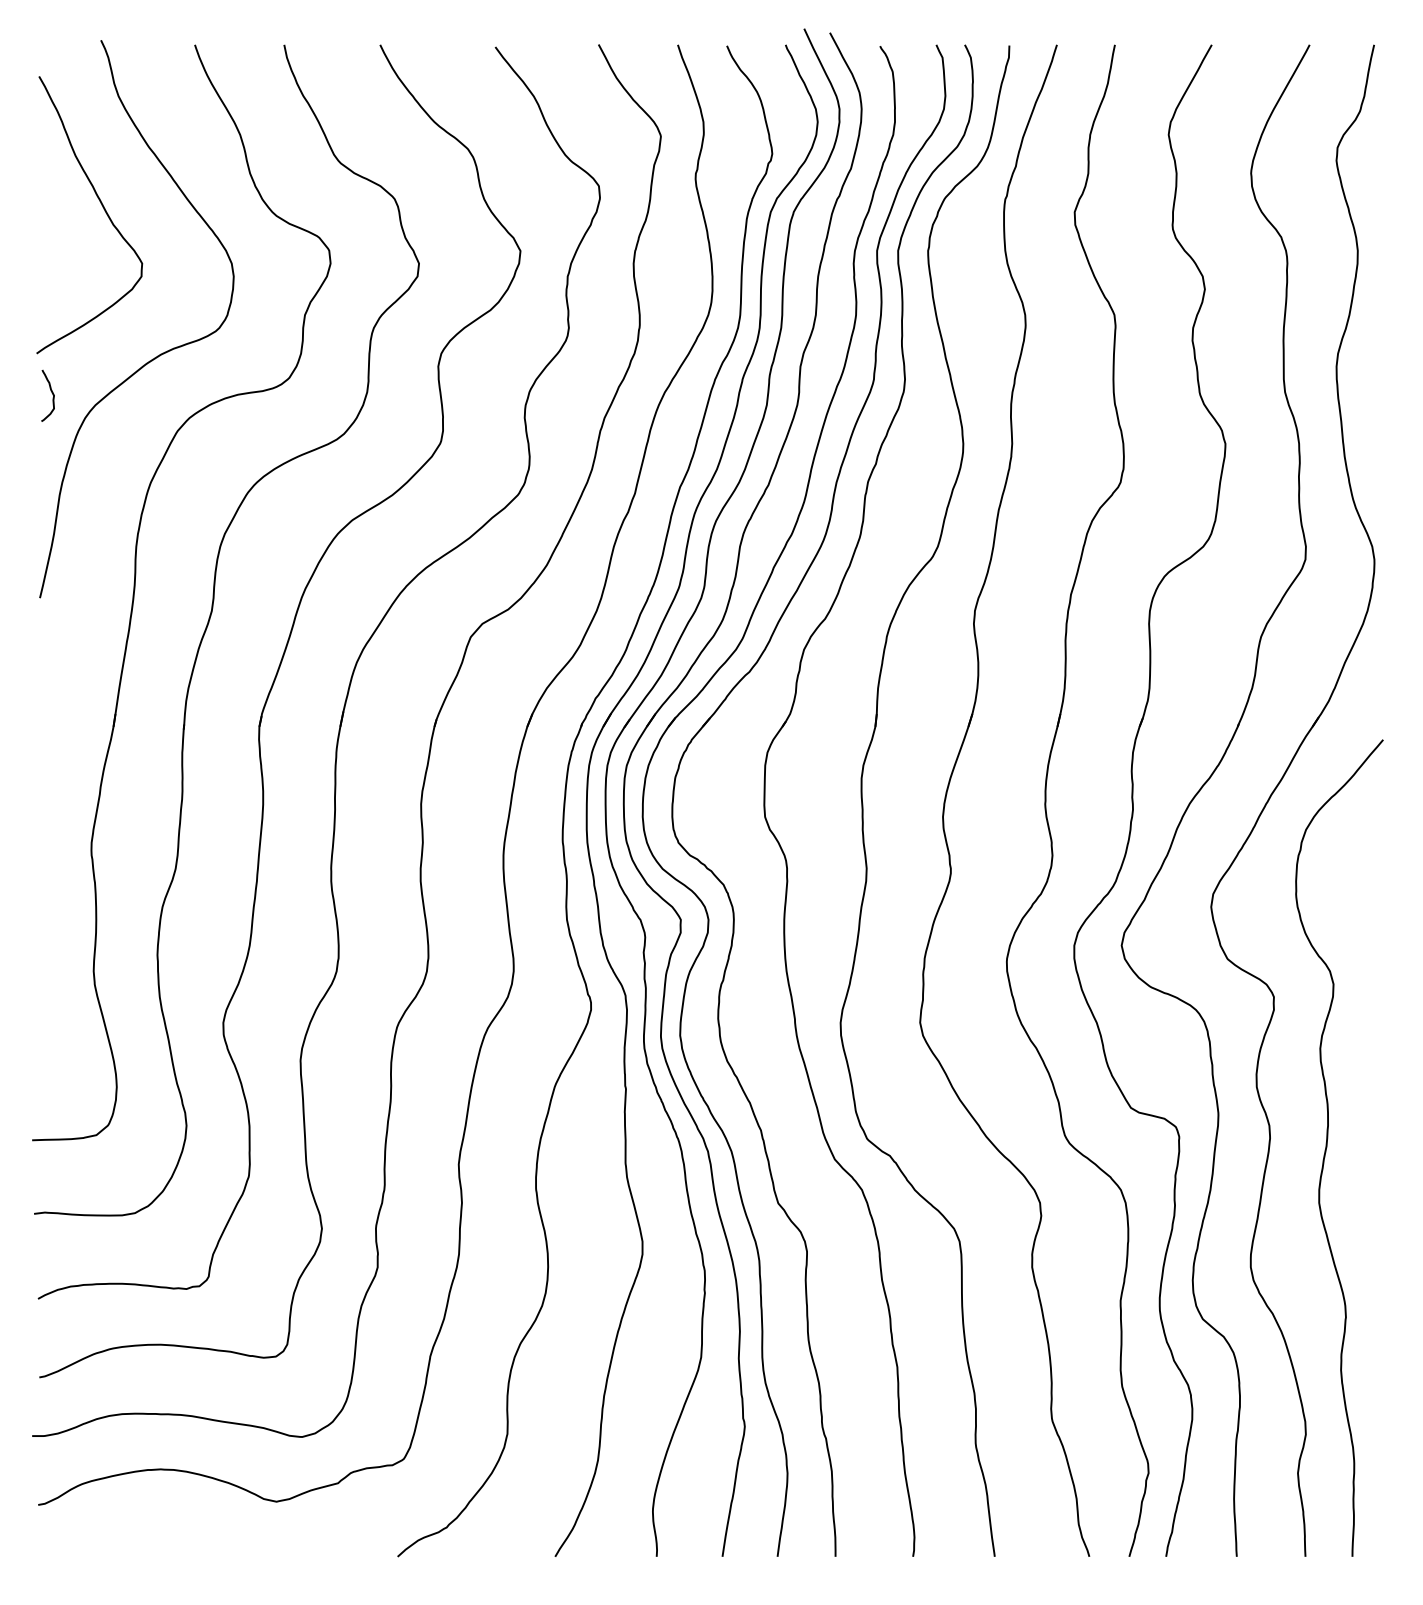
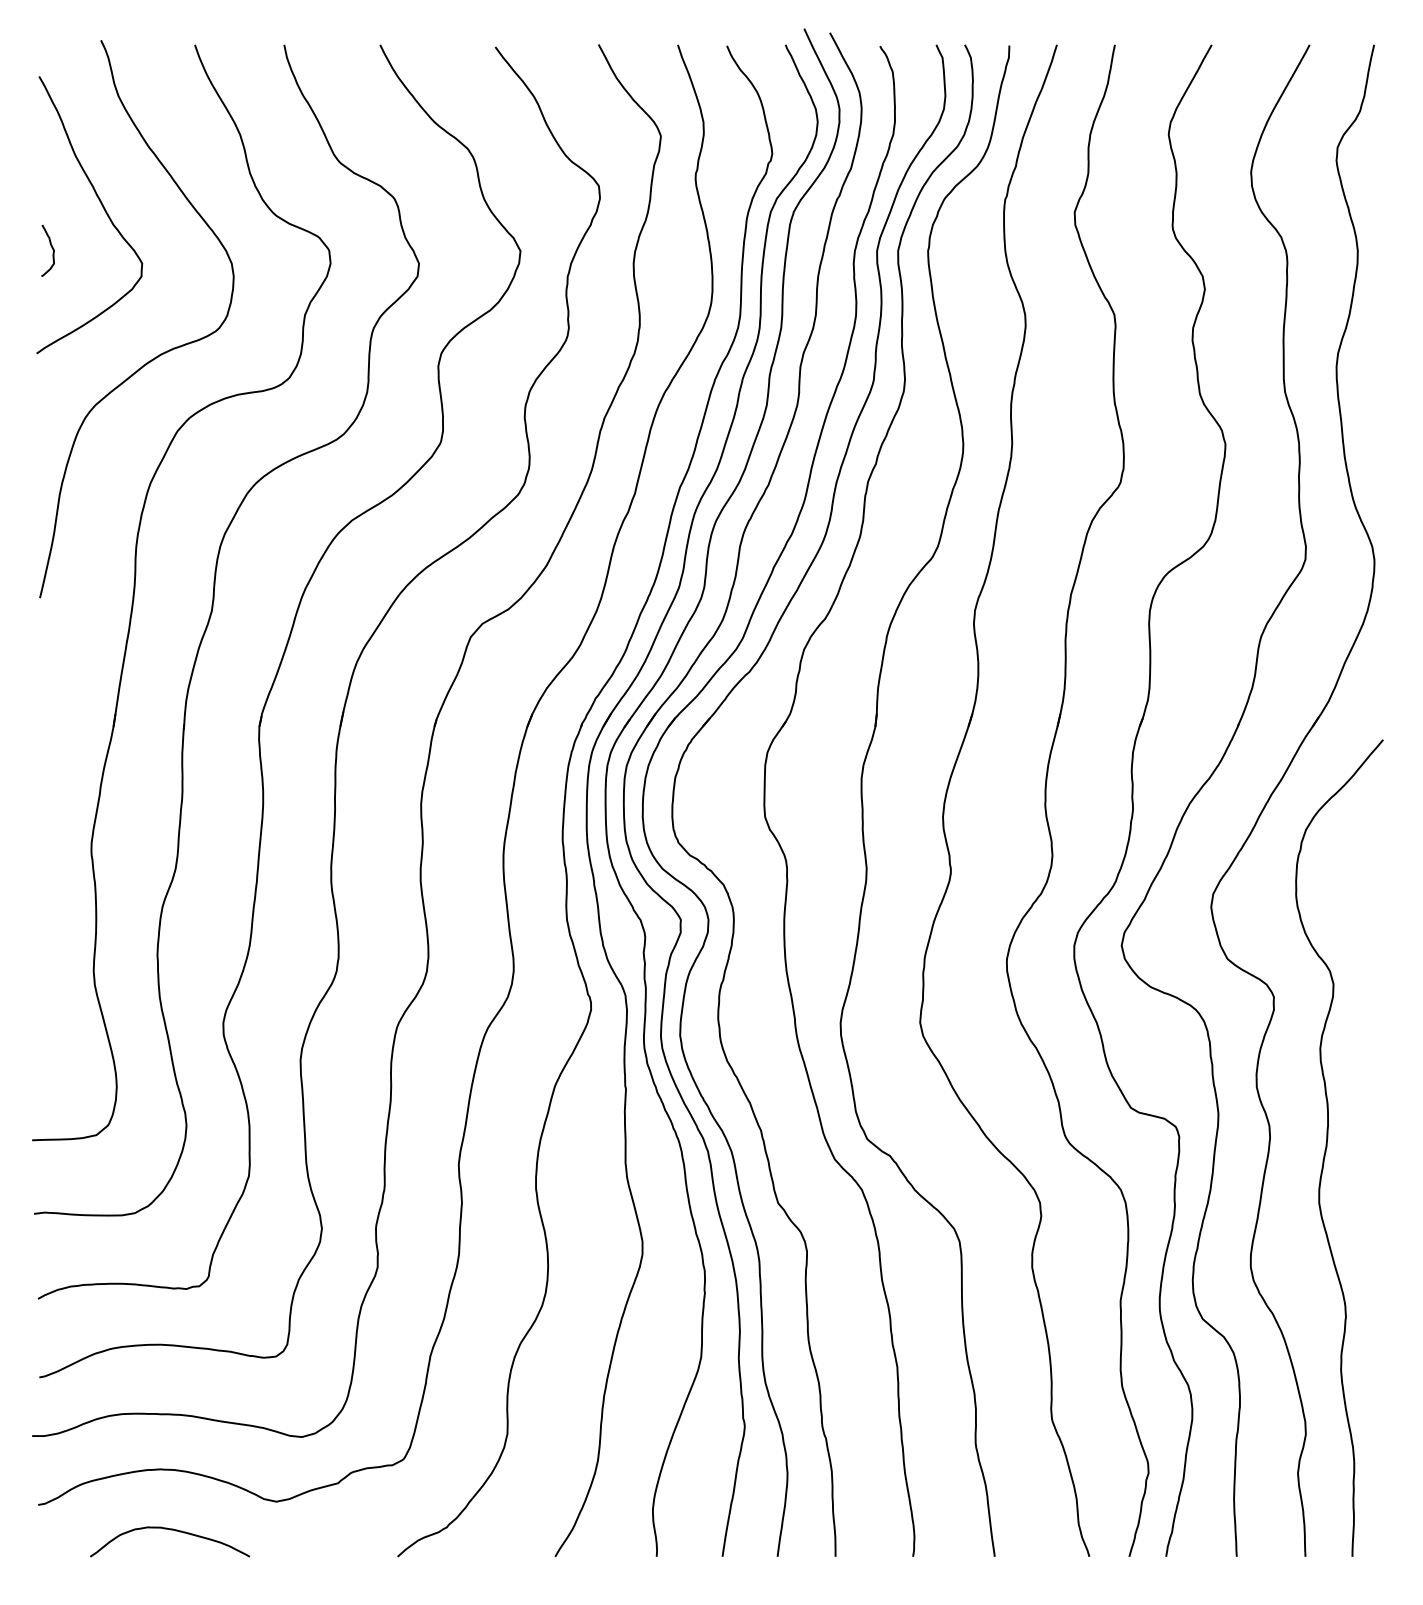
curve at (51, 393) position: (51, 393) -> (51, 248)
curve at (170, 1530): none -> present
